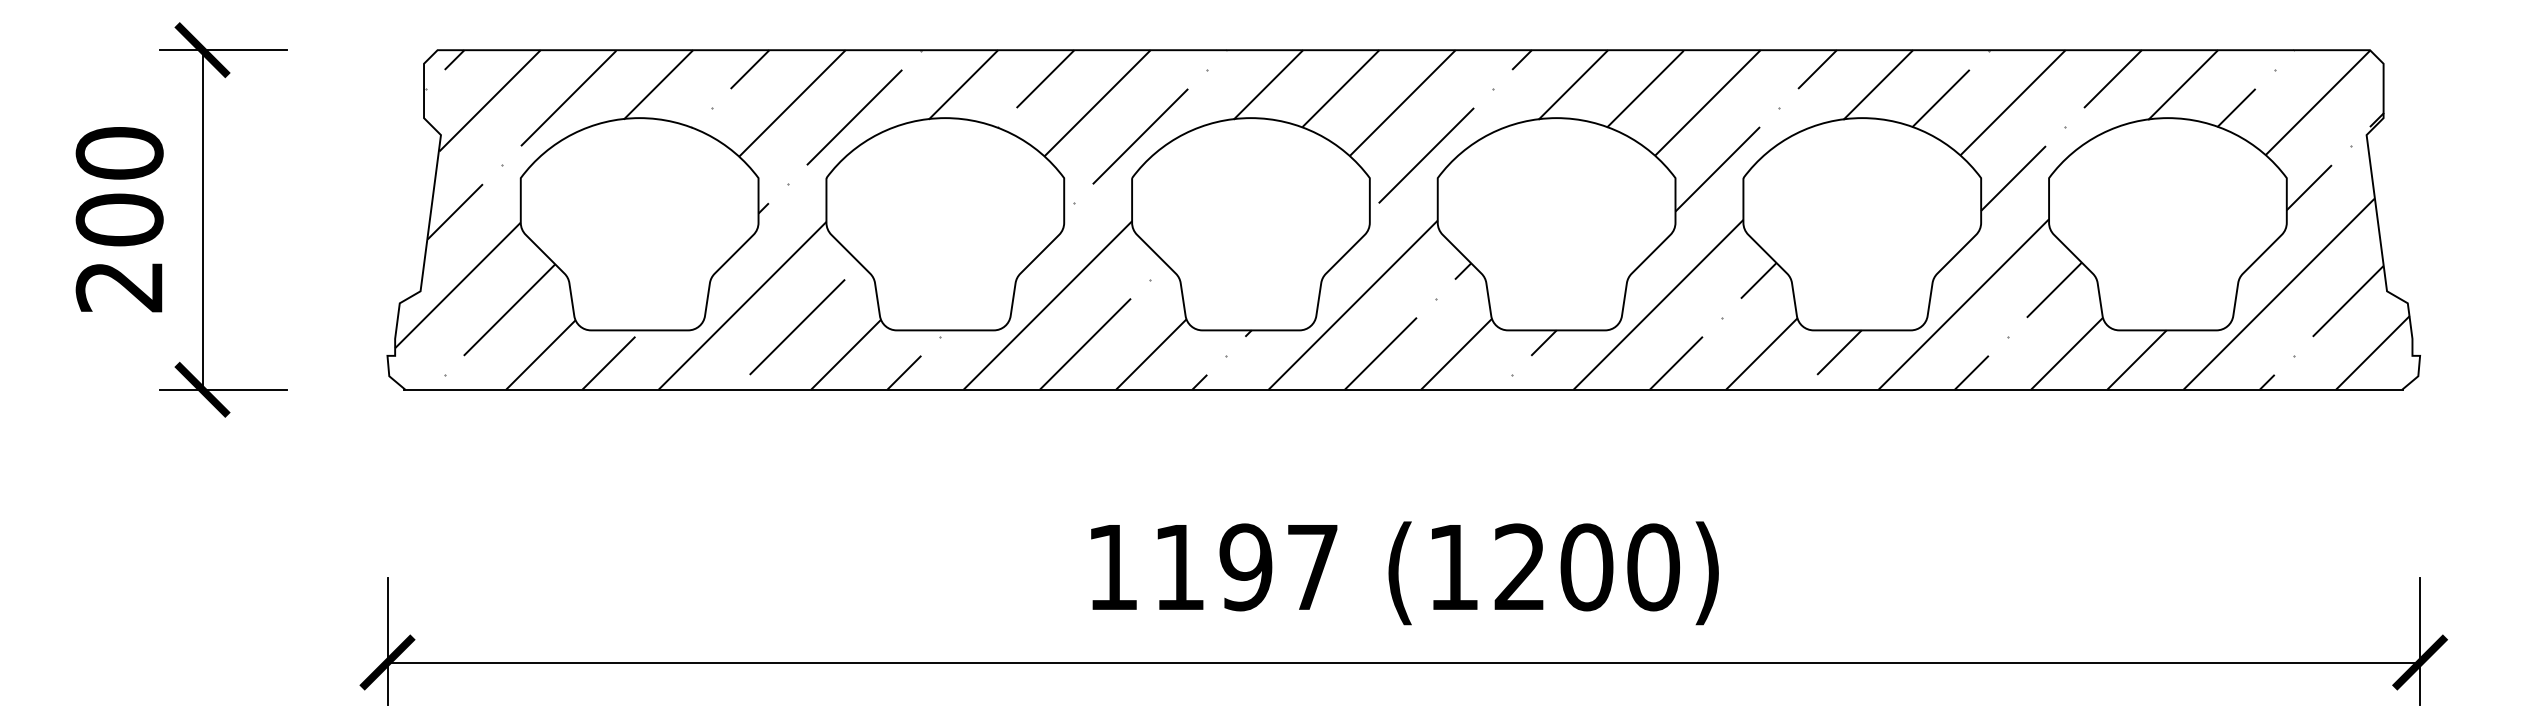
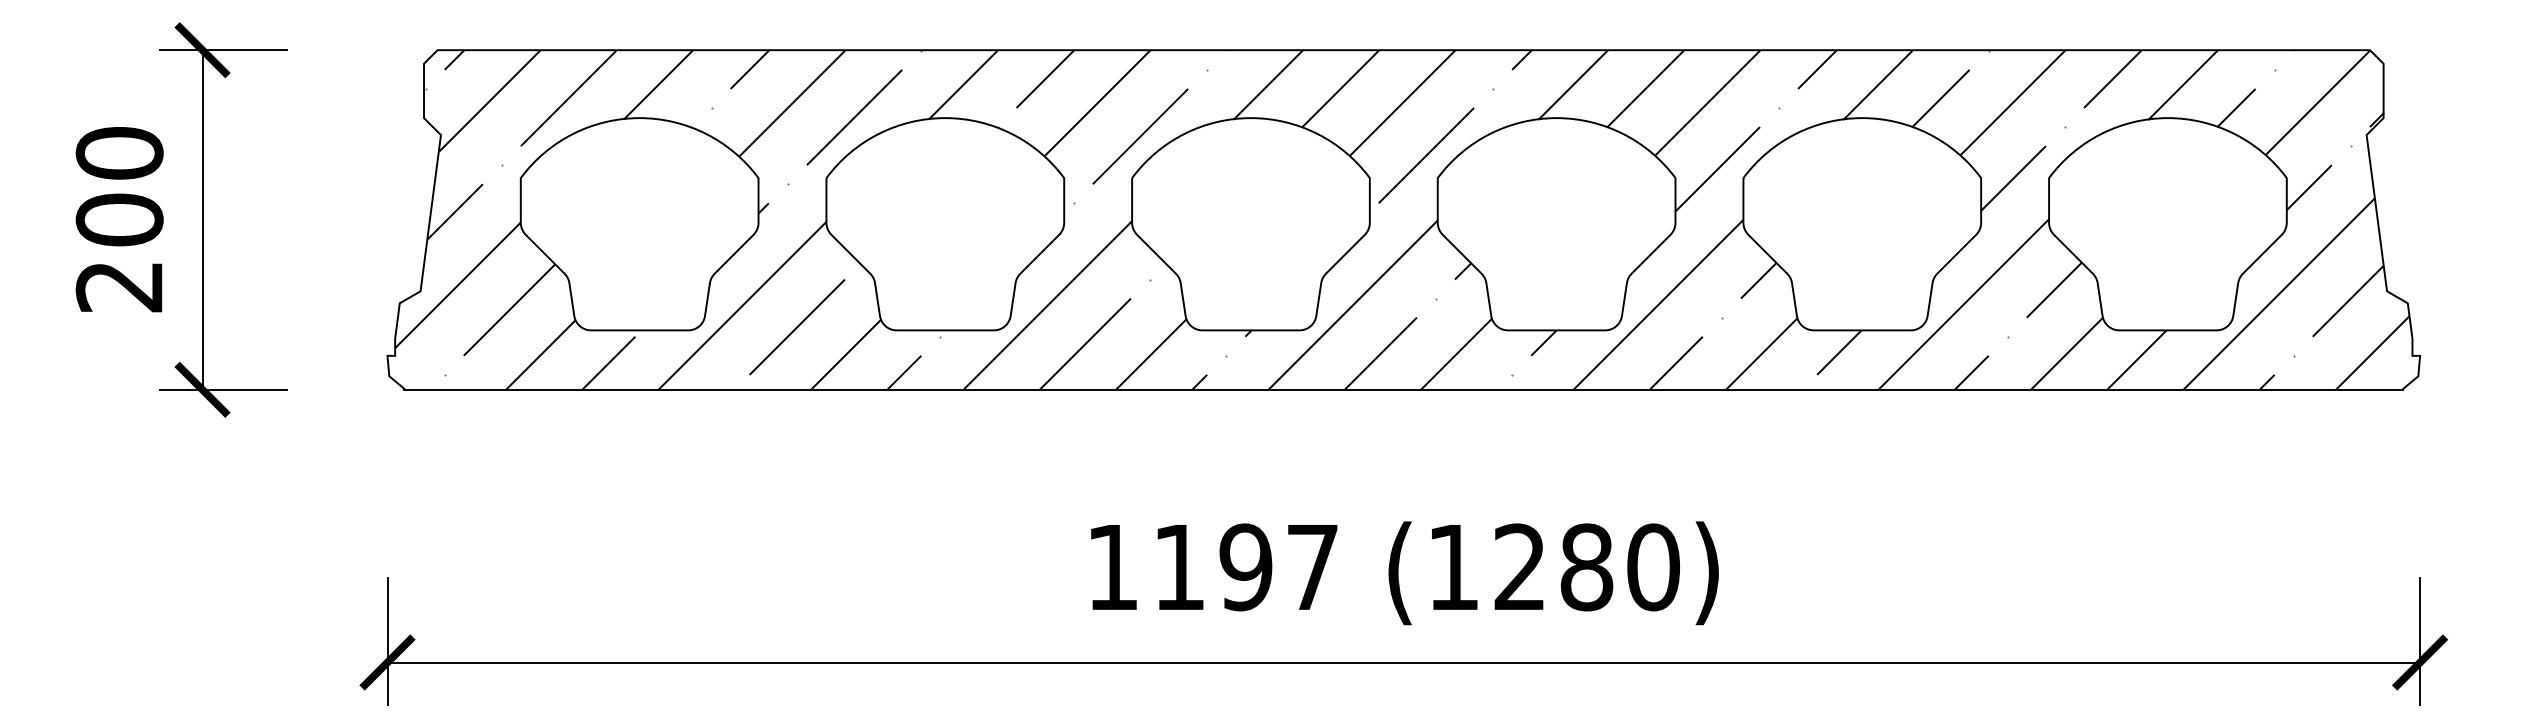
text at (1586, 567): (1200) -> (1280)
